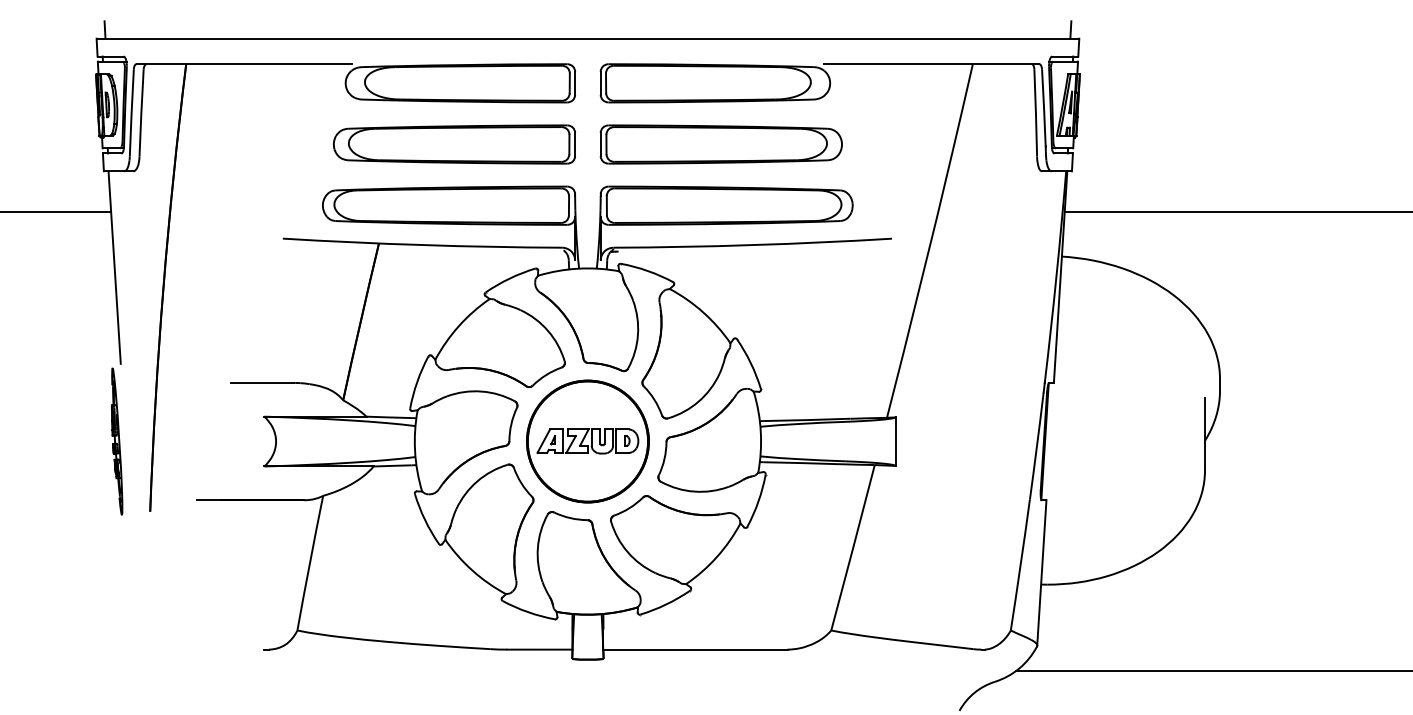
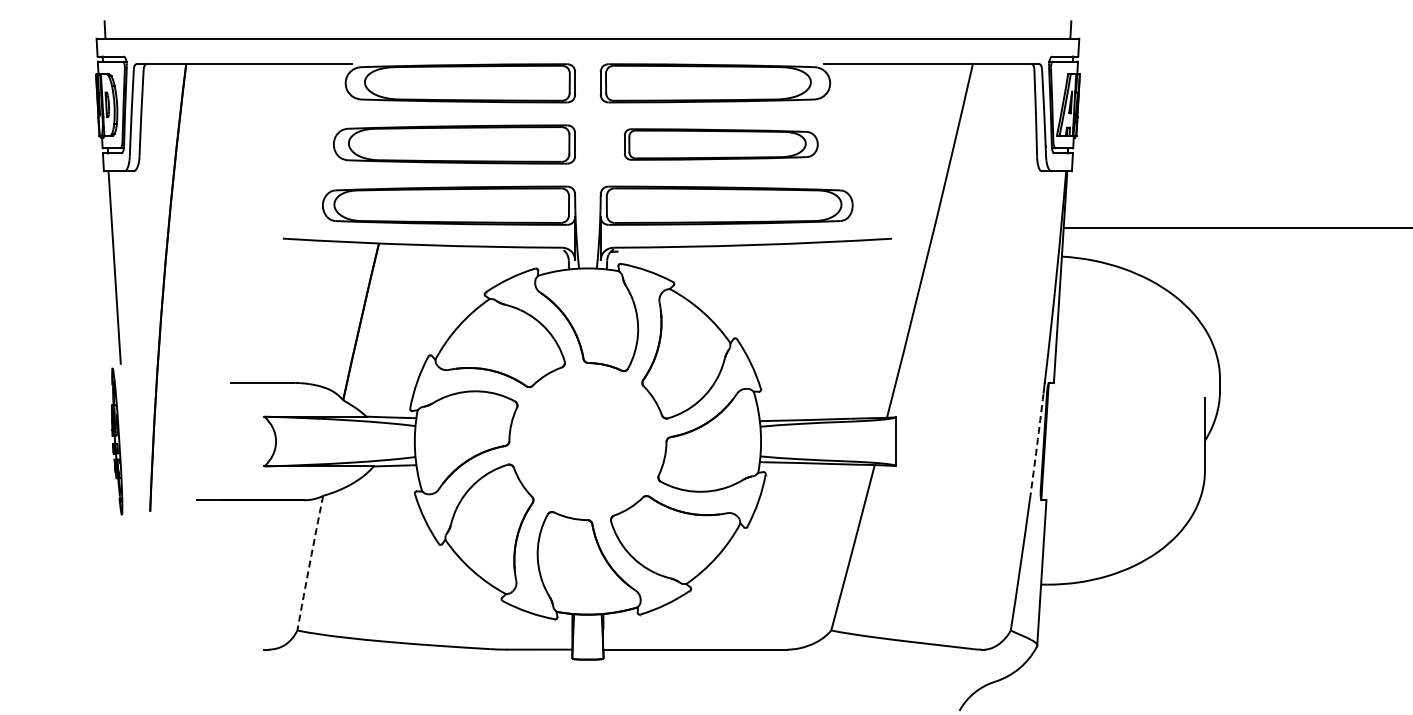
part at (720, 144) size: 244x41 px -> 196x33 px
line at (56, 212): present -> none
line at (1236, 212) position: (1236, 212) -> (1236, 228)
part at (587, 441): present -> none
arc at (1037, 446): solid -> dashed
arc at (309, 563): solid -> dashed
line at (1212, 671): present -> none
